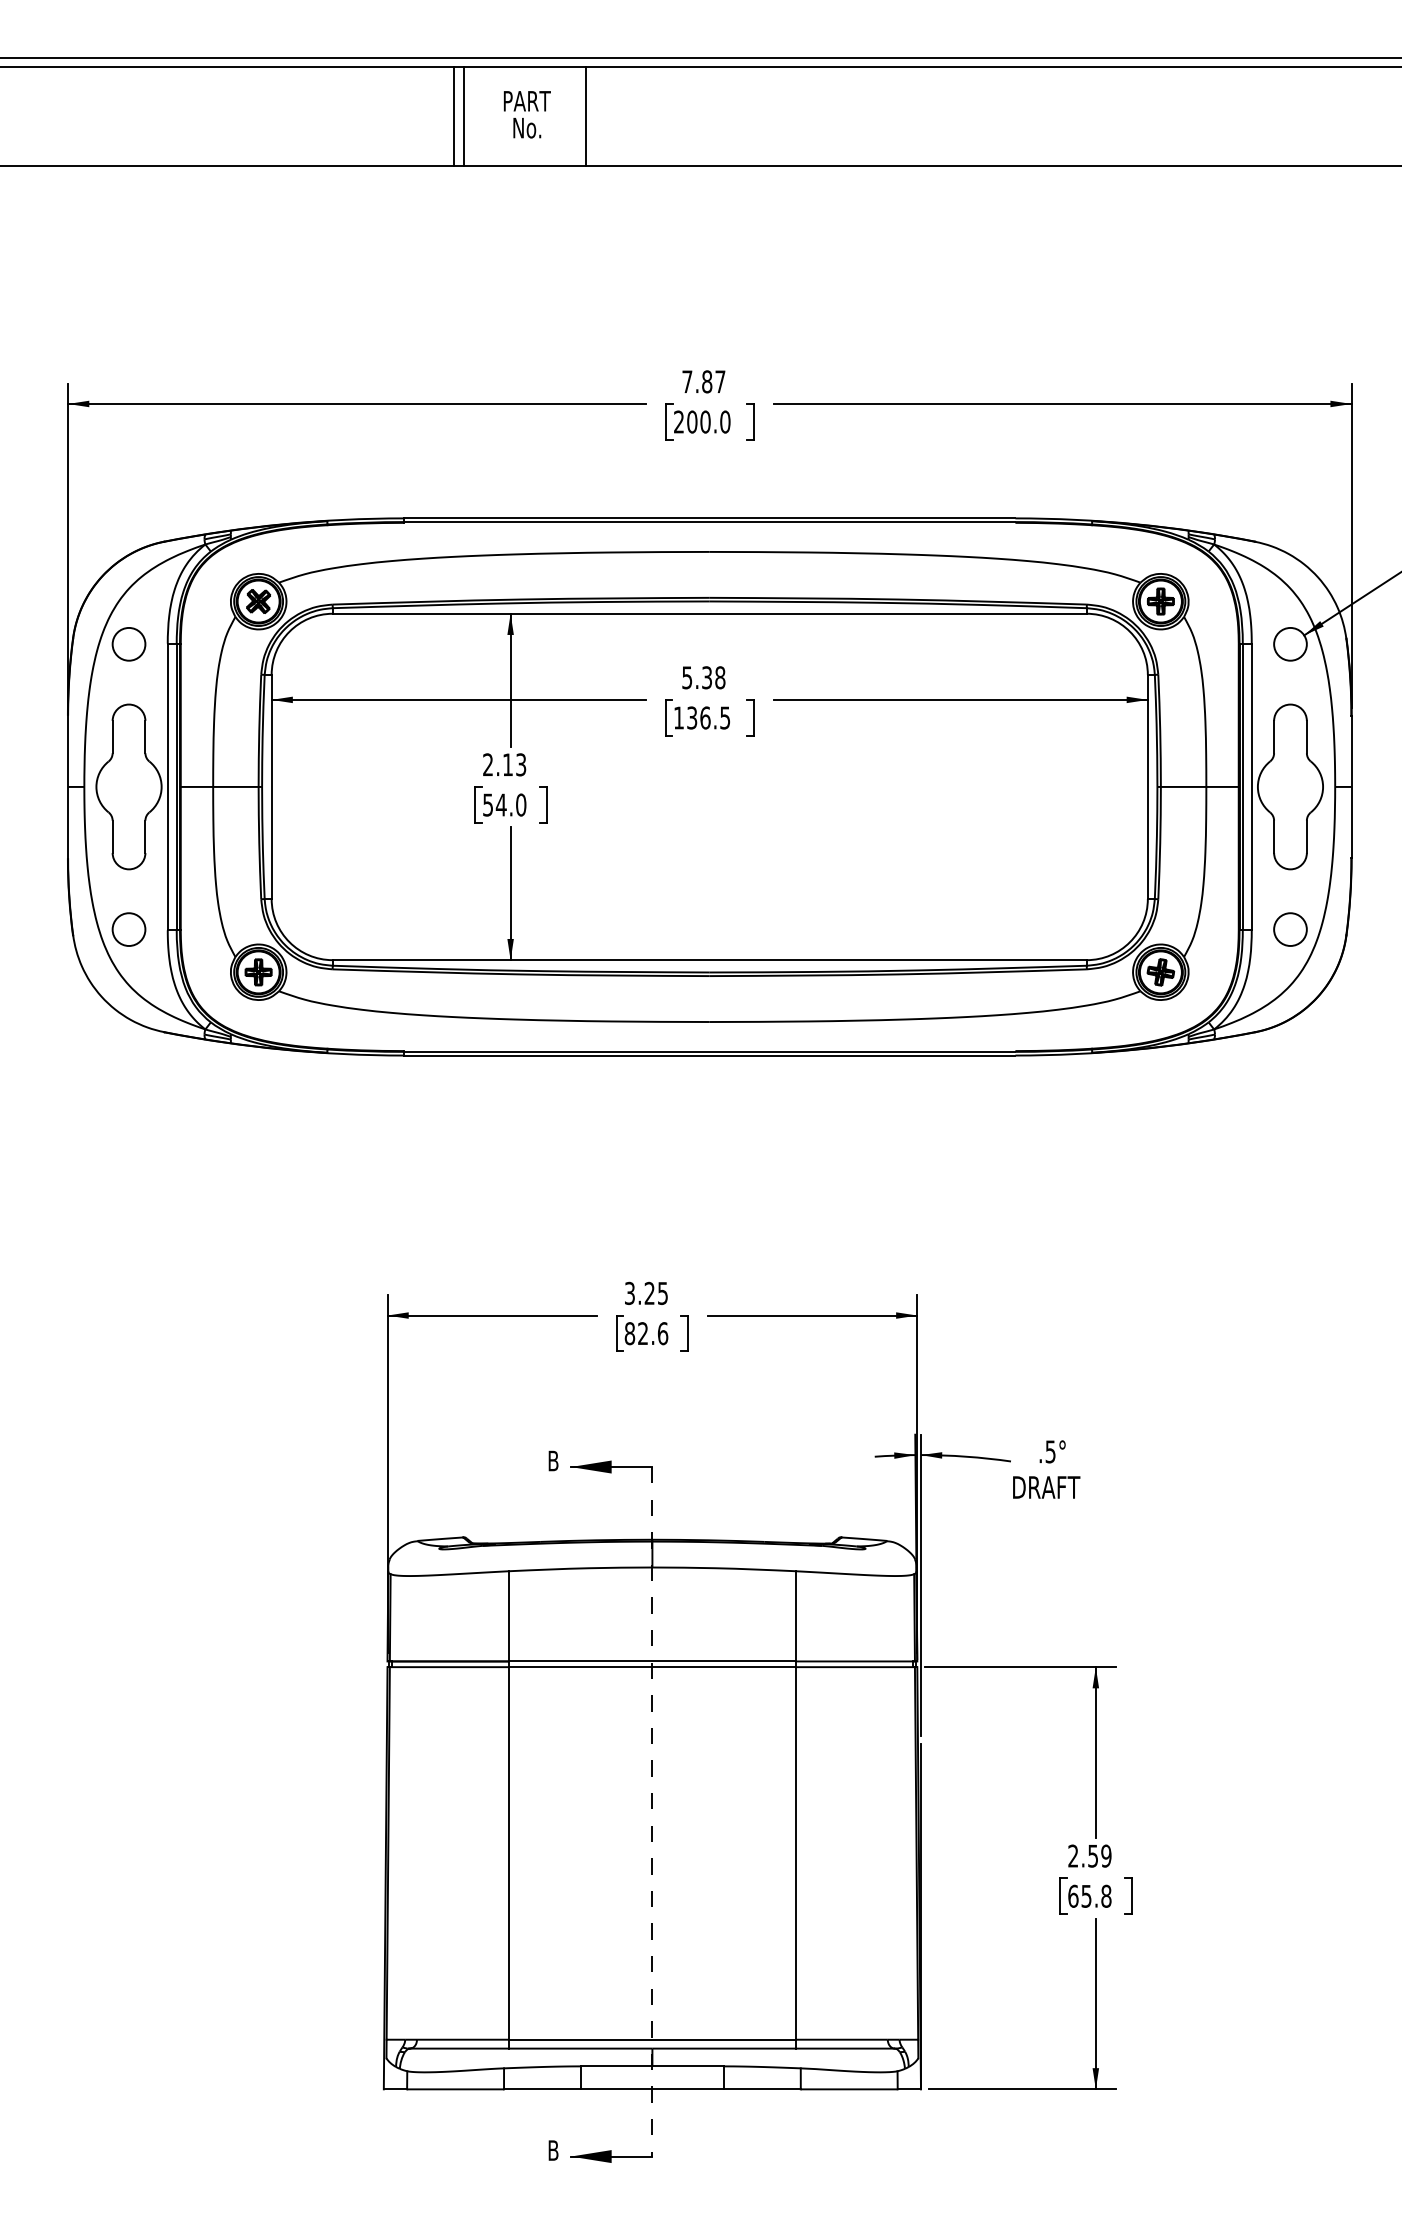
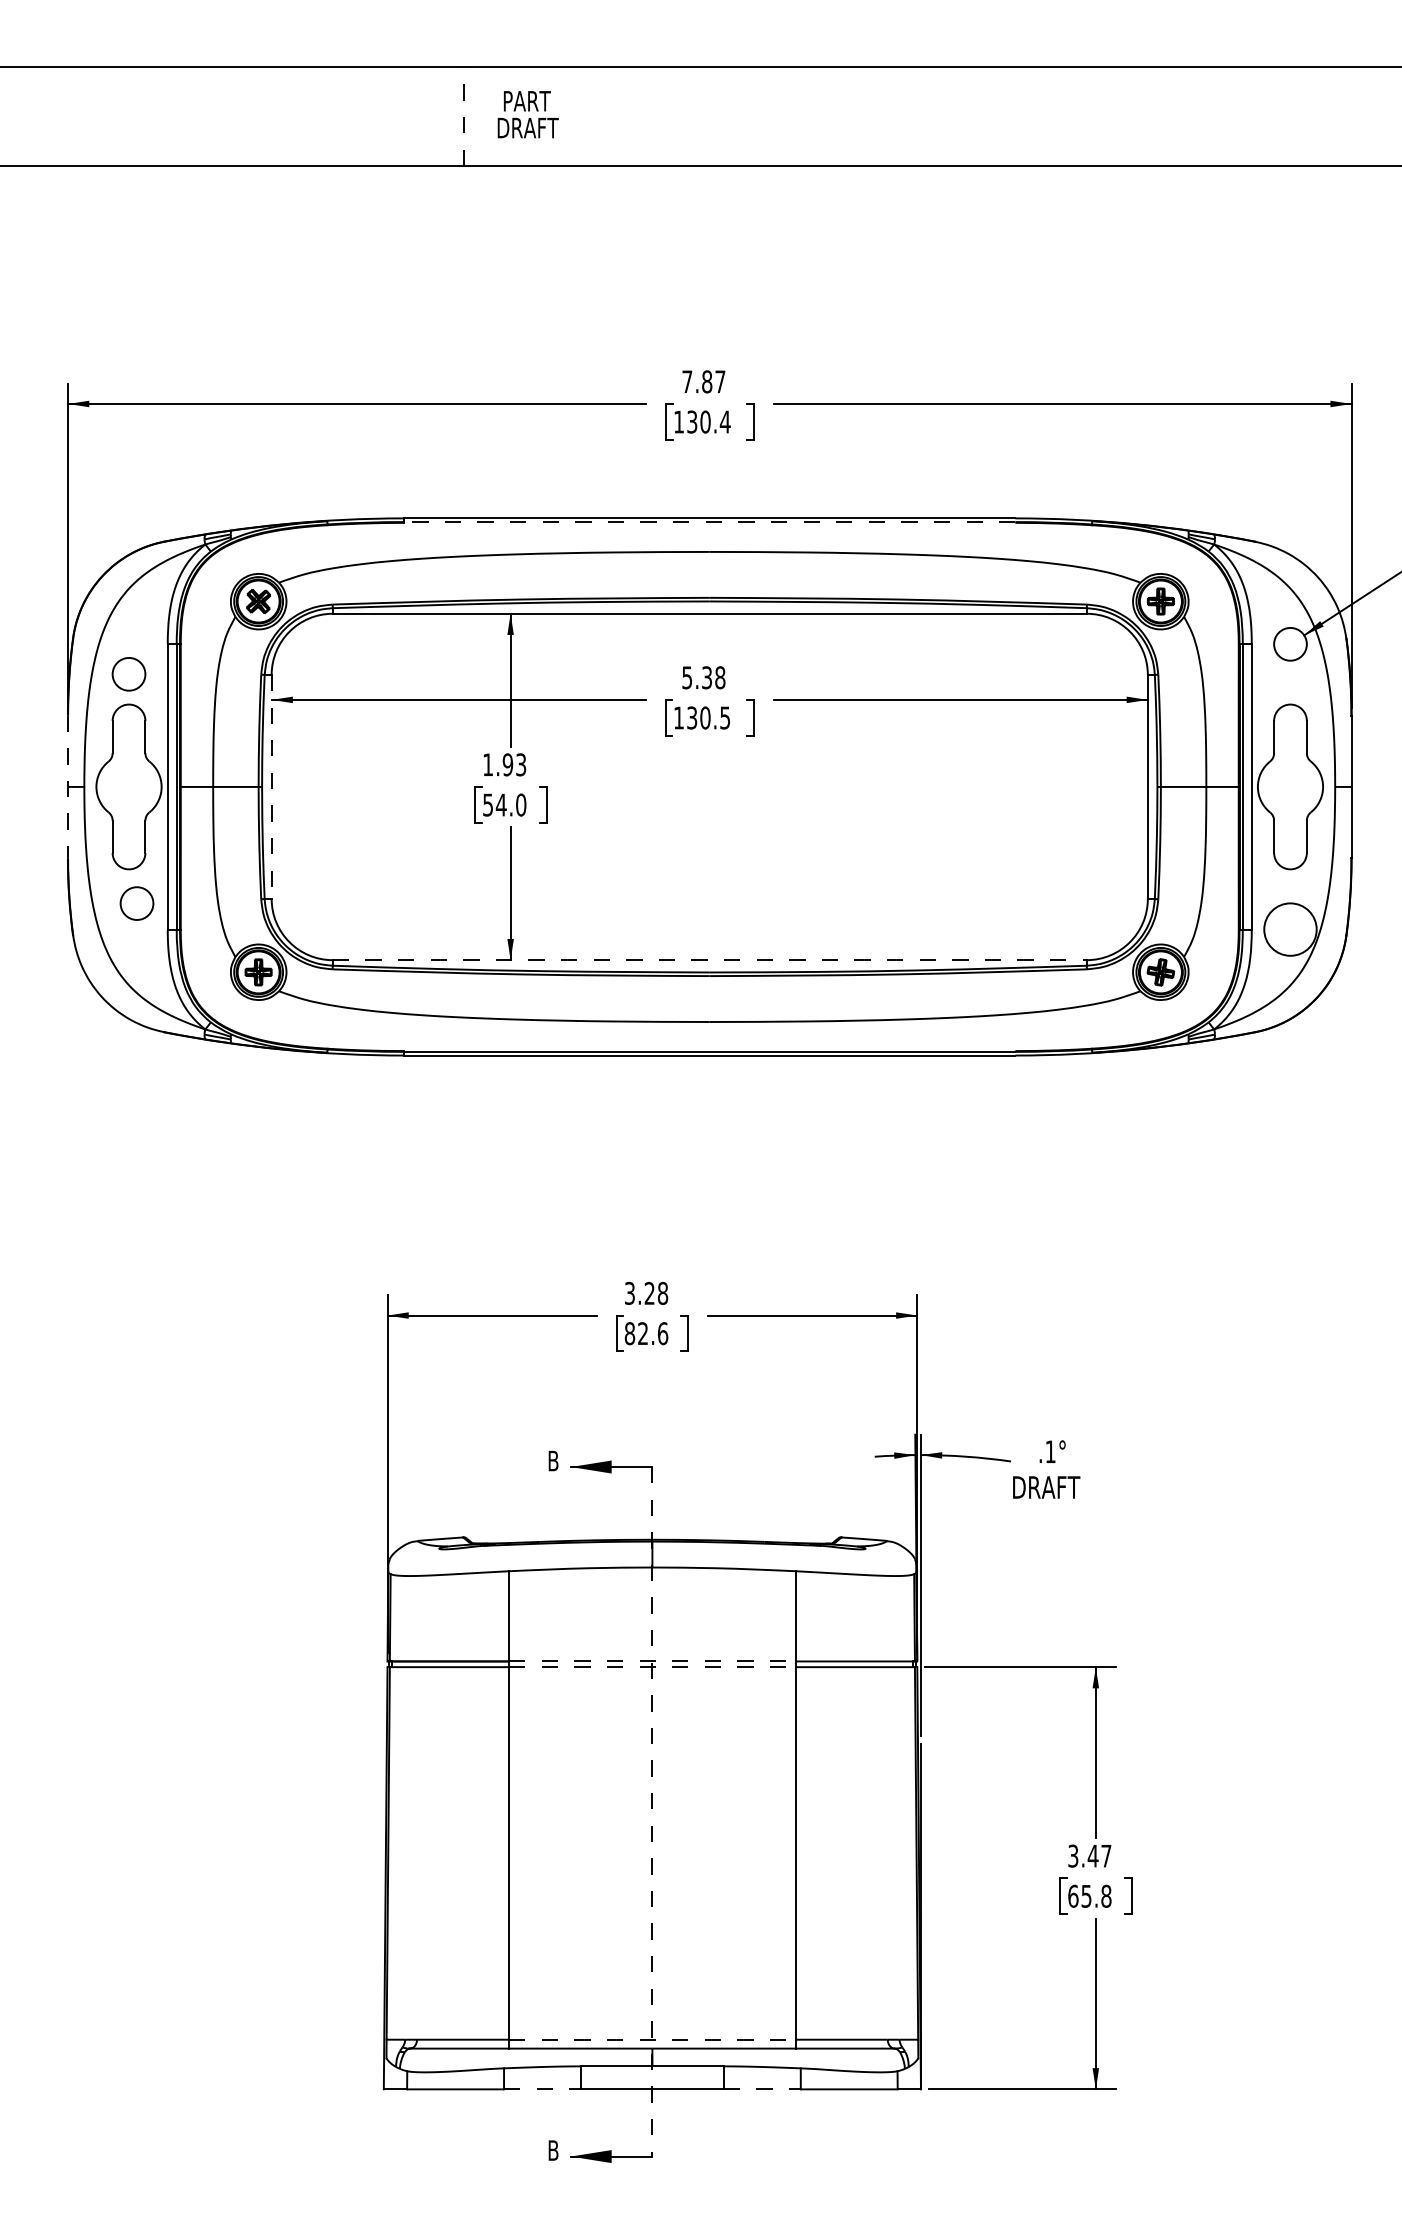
line at (700, 57): present -> none
line at (453, 115): present -> none
line at (463, 115): solid -> dashed
line at (586, 115): present -> none
text at (527, 127): No. -> DRAFT
text at (702, 421): 200.0 -> 130.4
line at (709, 522): solid -> dashed
circle at (128, 644) position: (128, 644) -> (128, 674)
text at (705, 717): 136.5 -> 130.5
text at (498, 764): 2.13 -> 1.93
line at (67, 787): solid -> dashed
line at (271, 787): solid -> dashed
circle at (128, 929) position: (128, 929) -> (136, 903)
circle at (1290, 929) diameter: 33 px -> 52 px
line at (709, 960): solid -> dashed
text at (662, 1292): 3.25 -> 3.28
text at (1050, 1451): .5° -> .1°
line at (652, 1661): solid -> dashed
line at (652, 1667): solid -> dashed
text at (1089, 1855): 2.59 -> 3.47
line at (652, 2039): solid -> dashed
line at (542, 2089): solid -> dashed
line at (762, 2089): solid -> dashed
